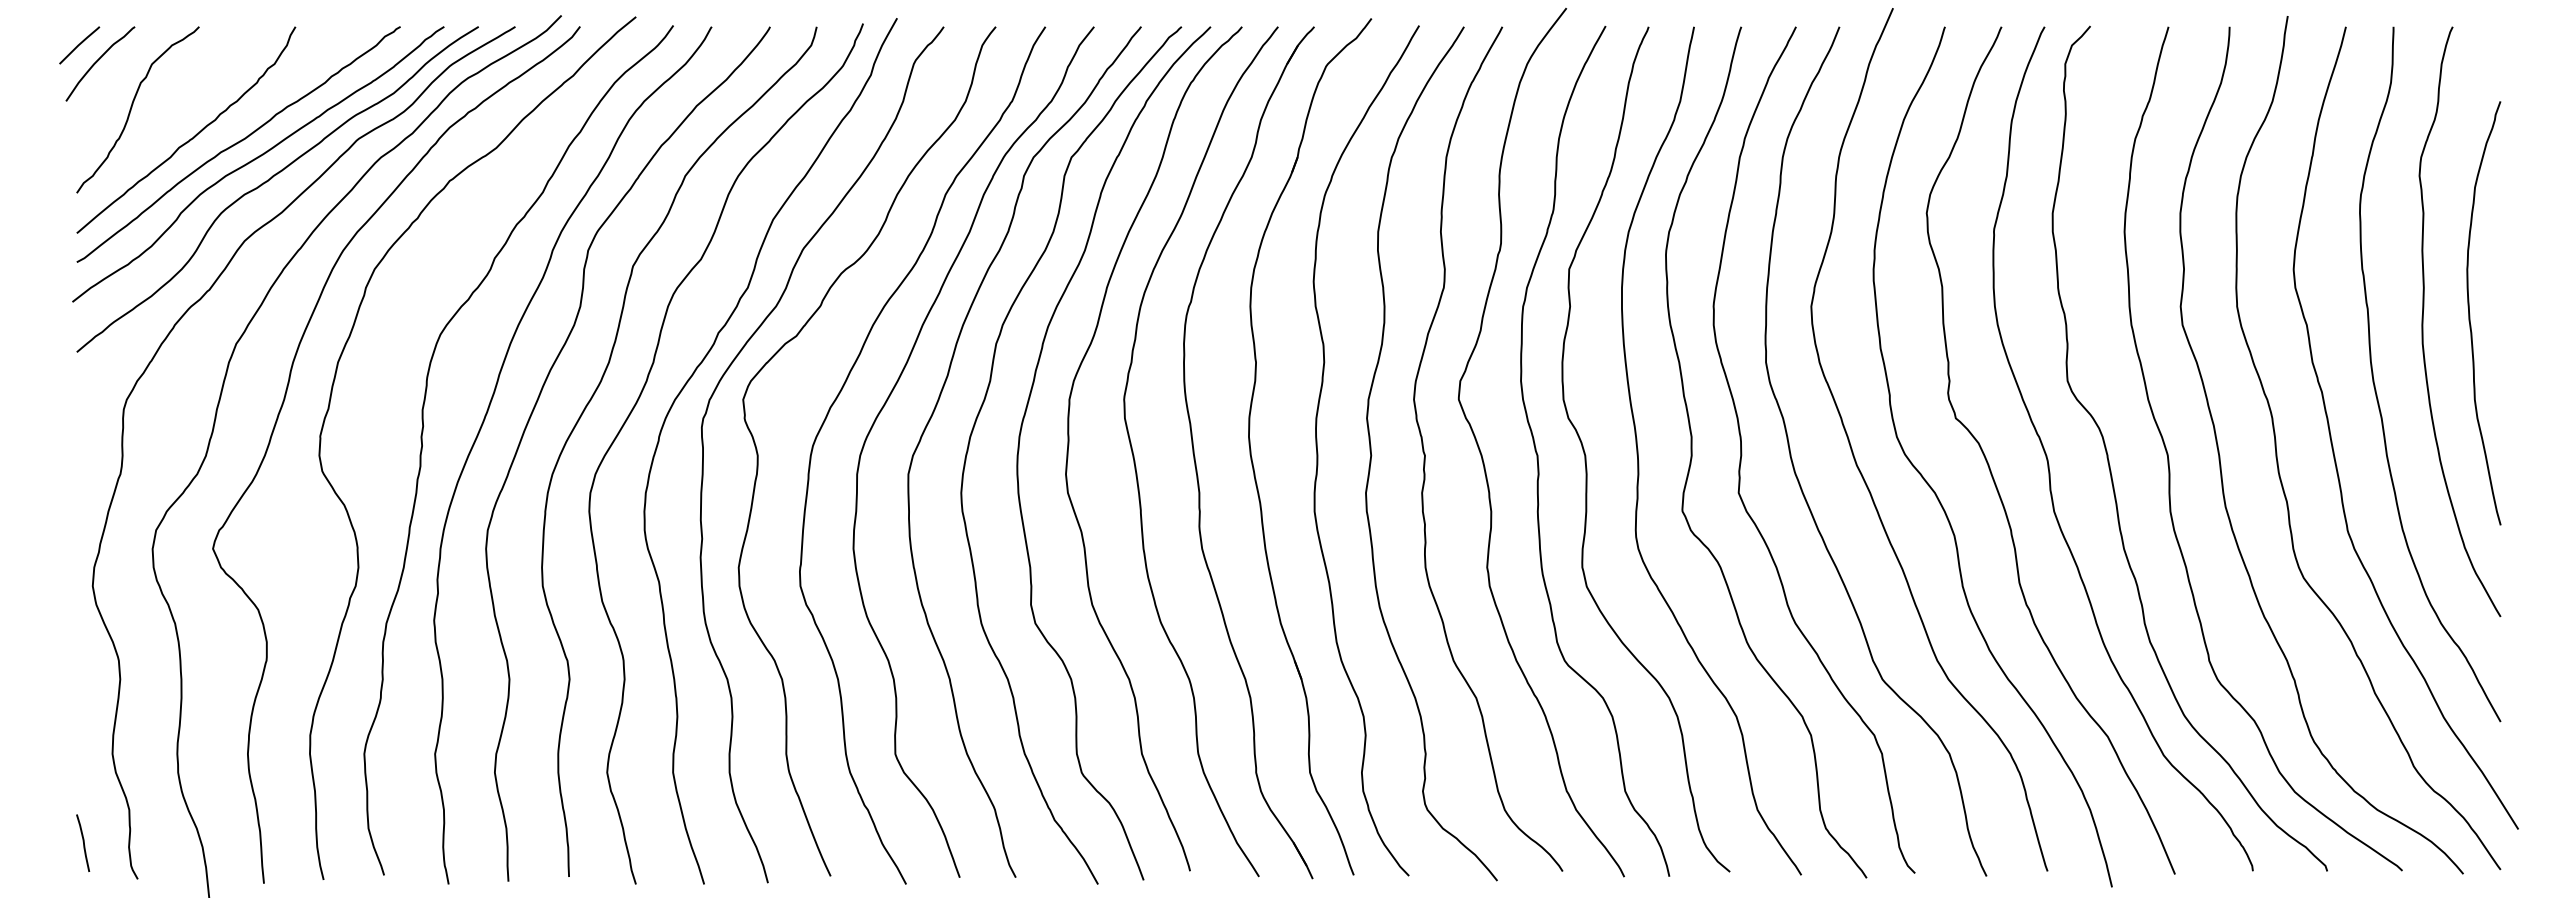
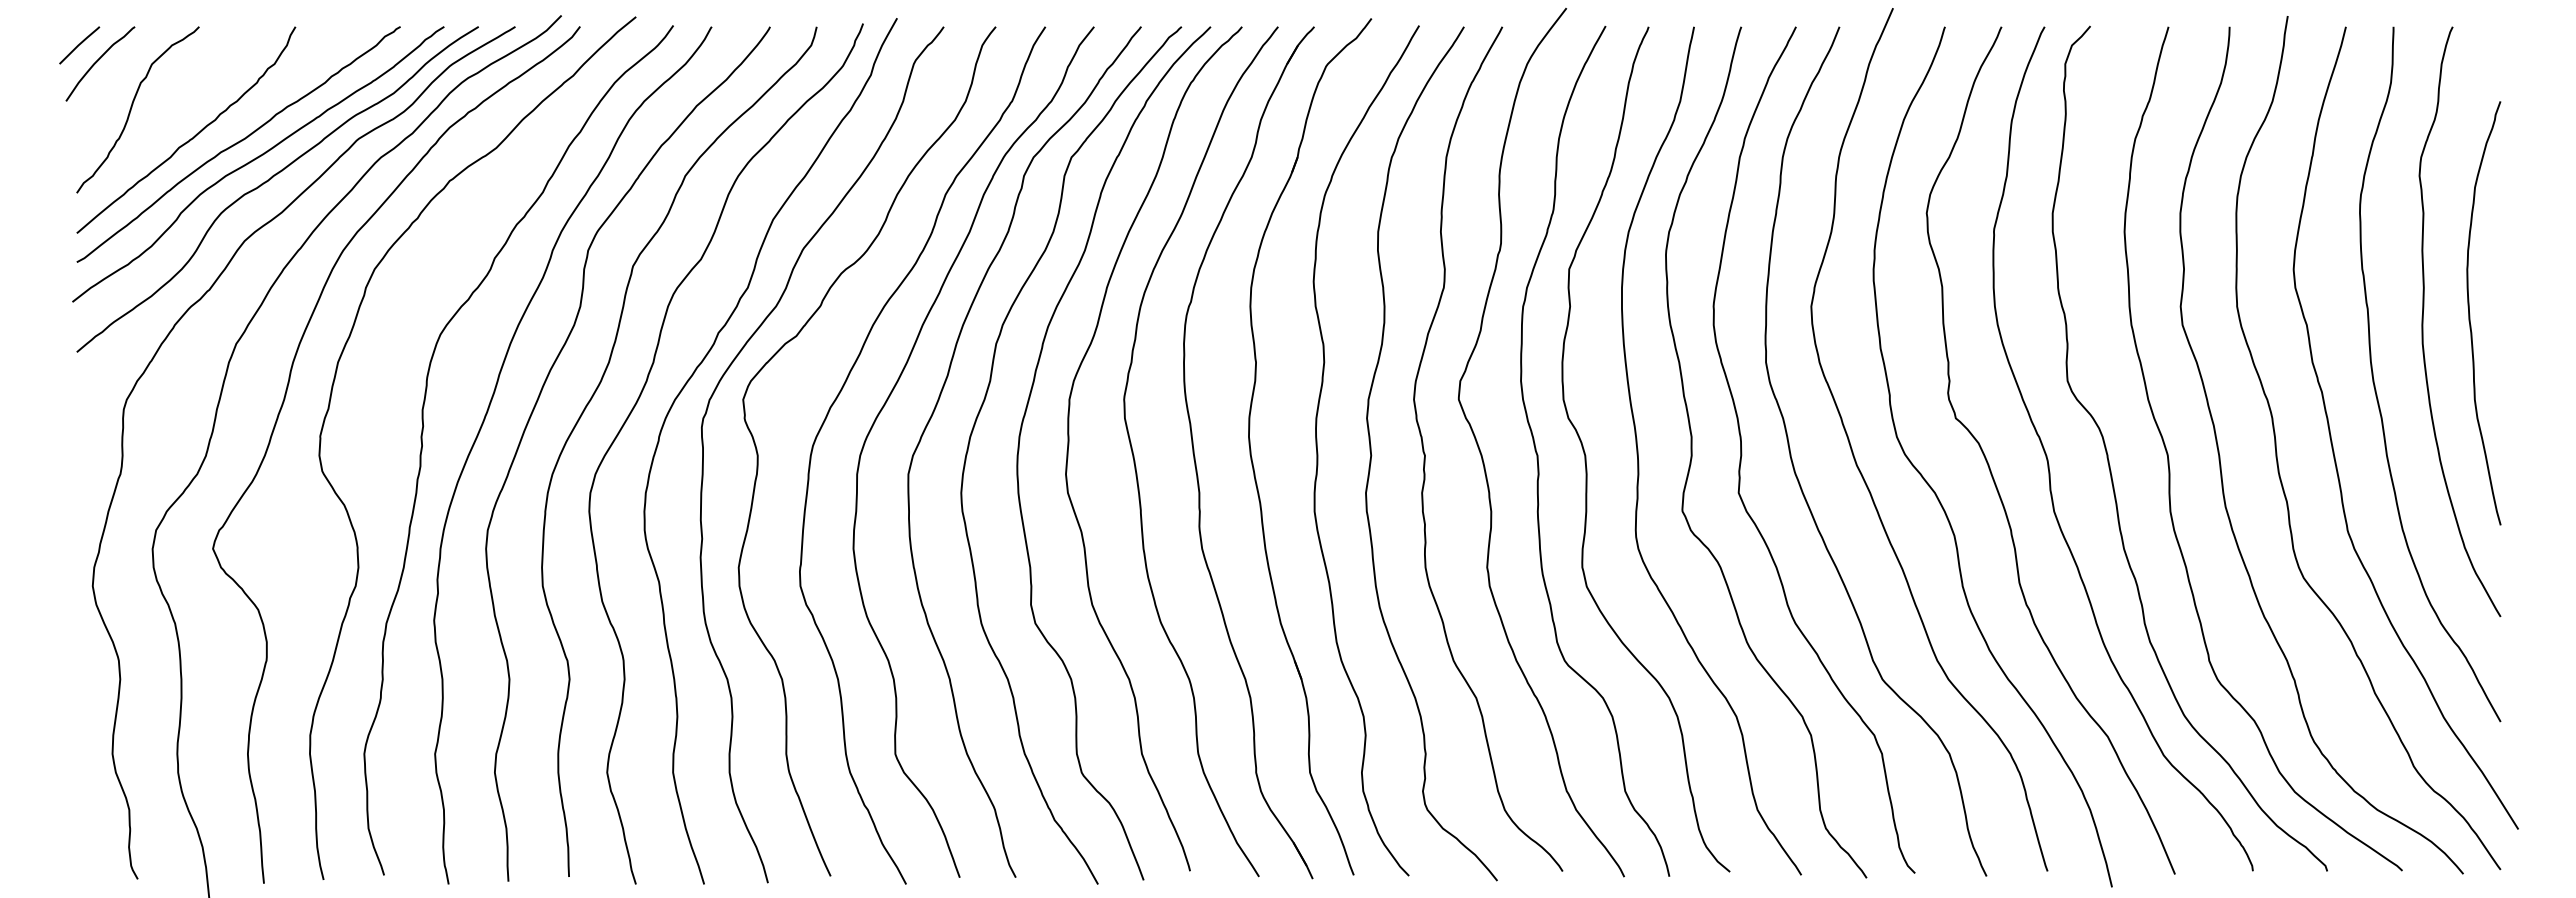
curve at (83, 842): present -> none
